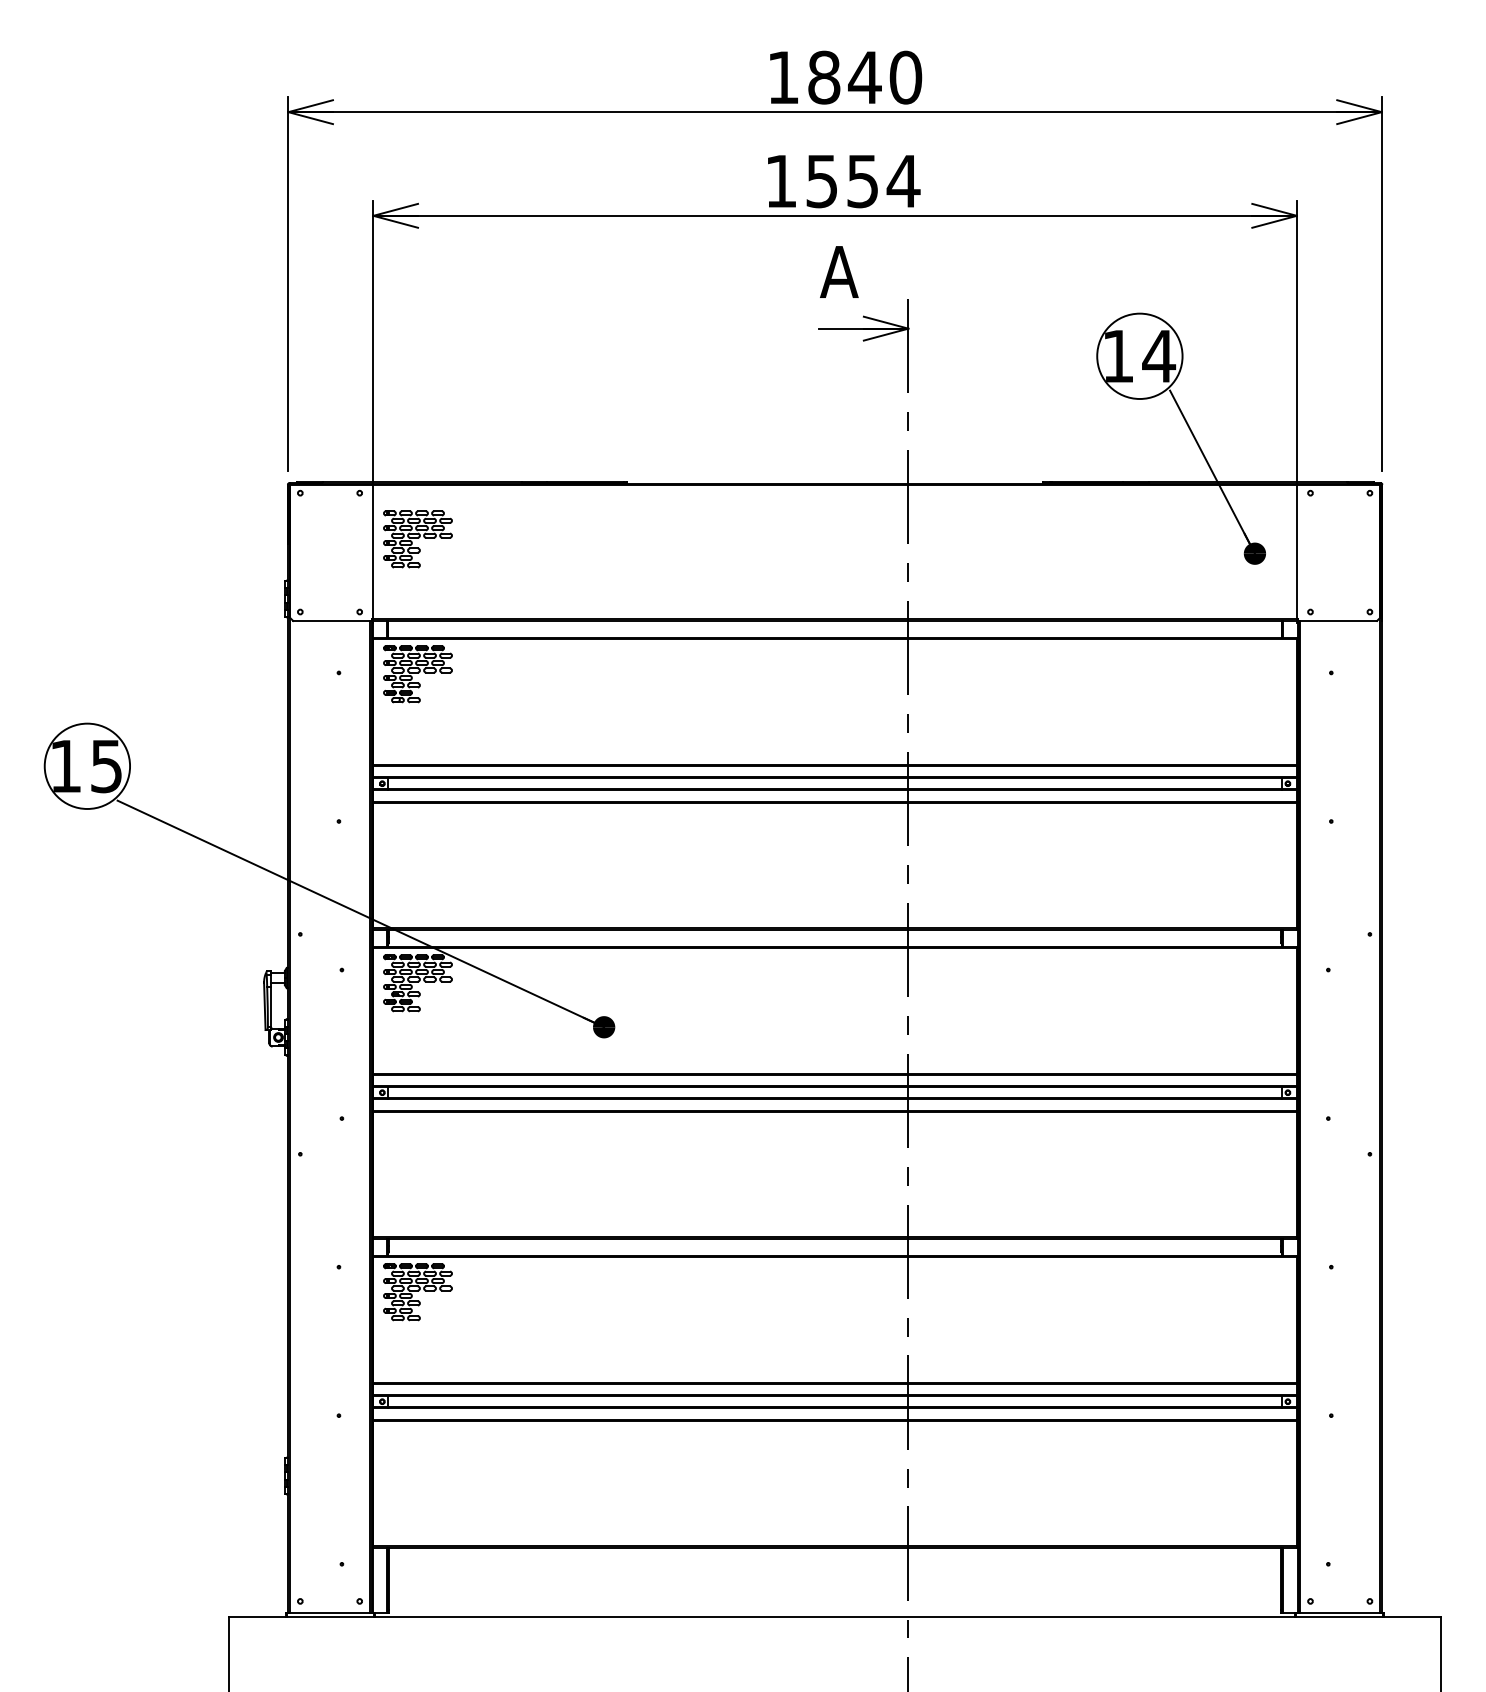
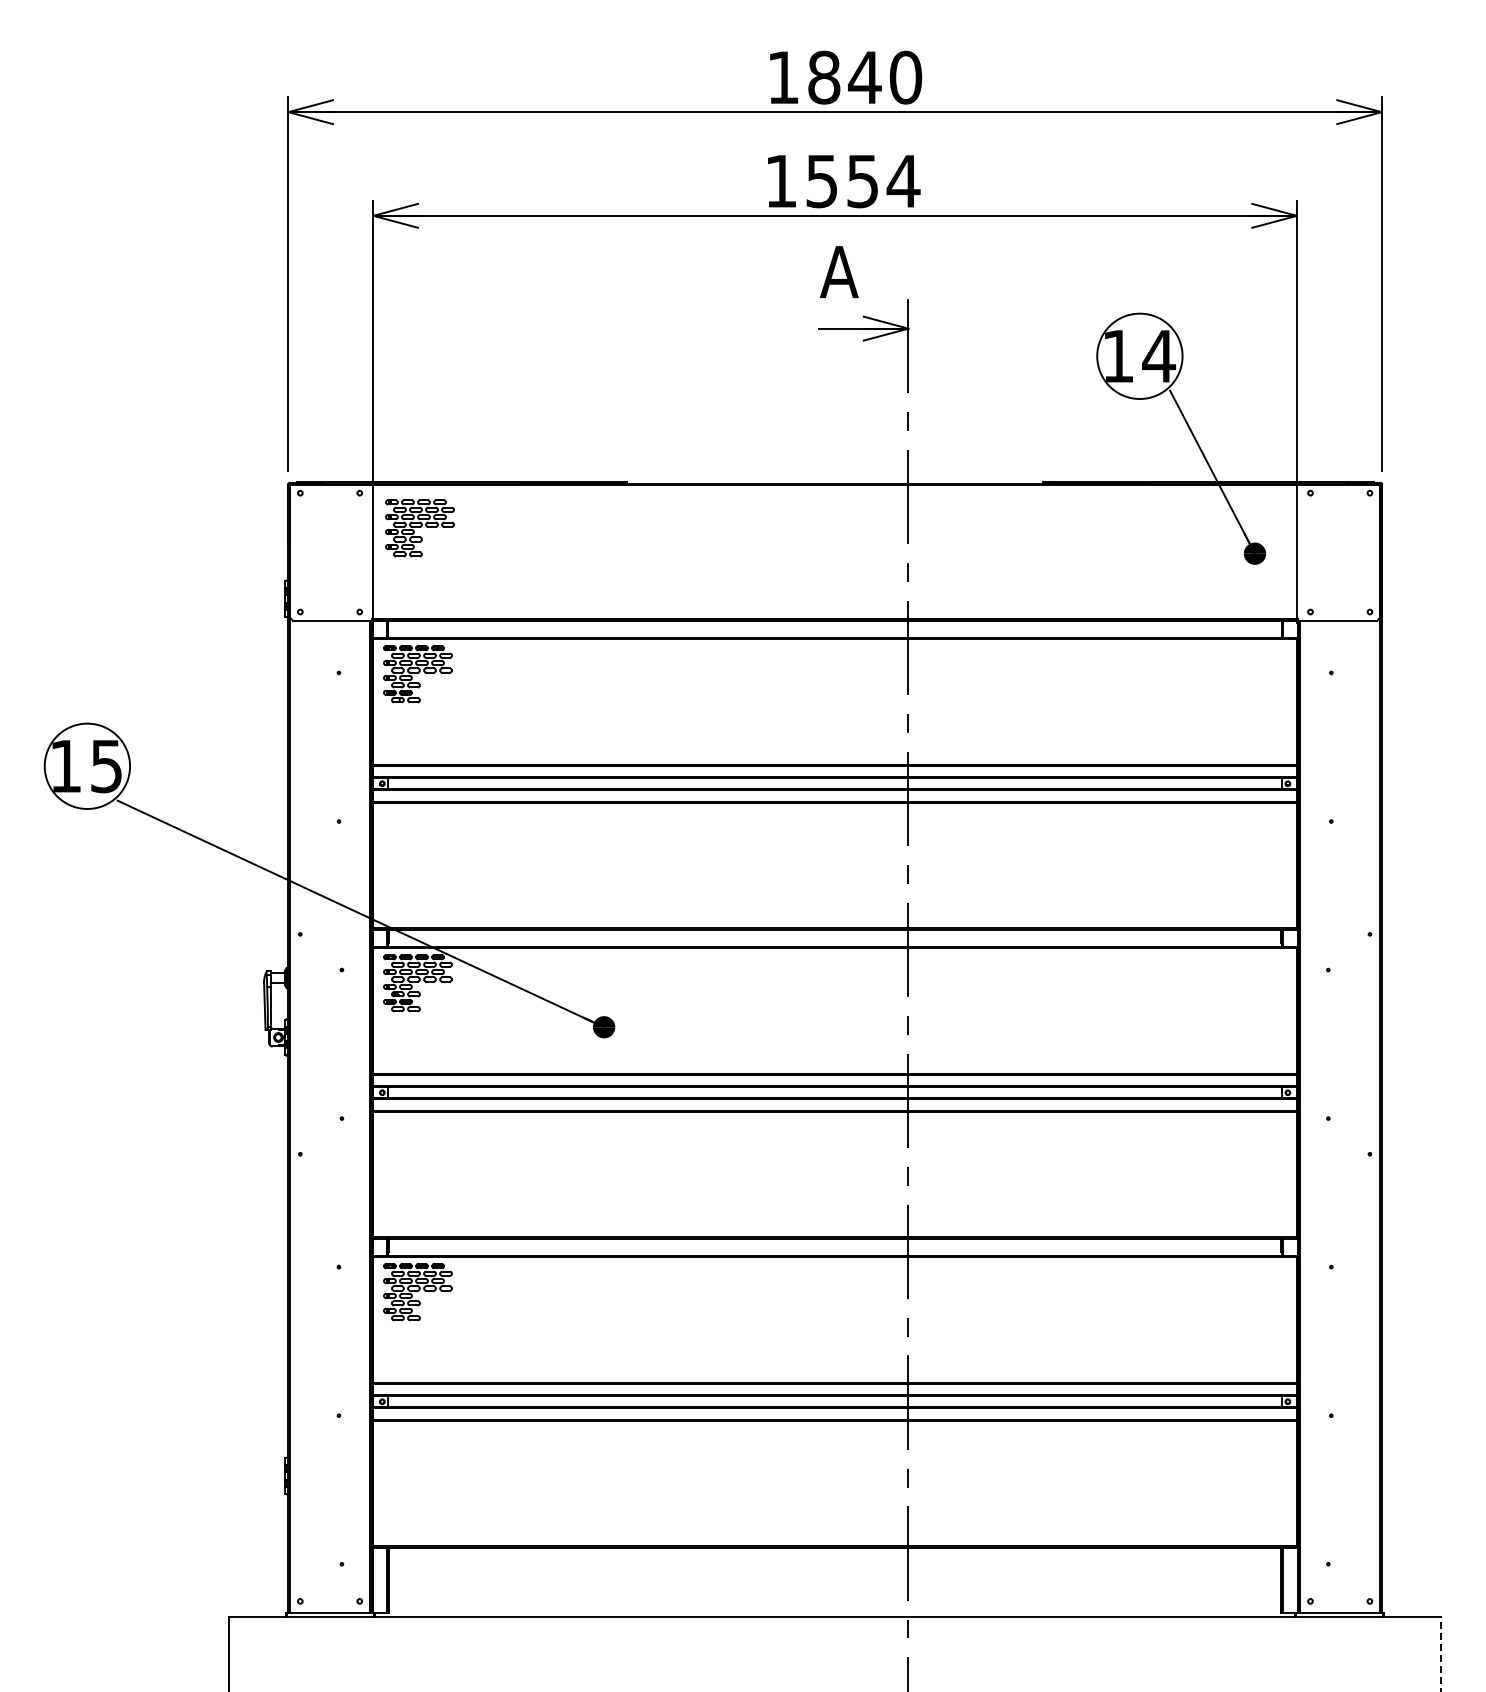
part at (417, 539) position: (417, 539) -> (419, 528)
line at (1441, 1653): solid -> dashed
